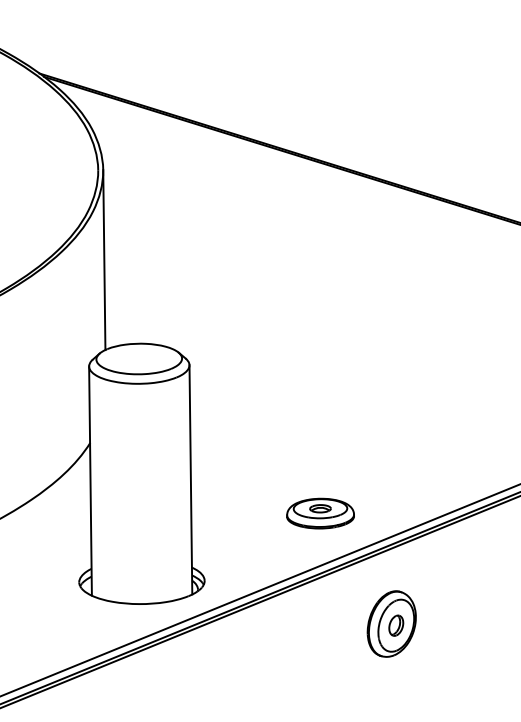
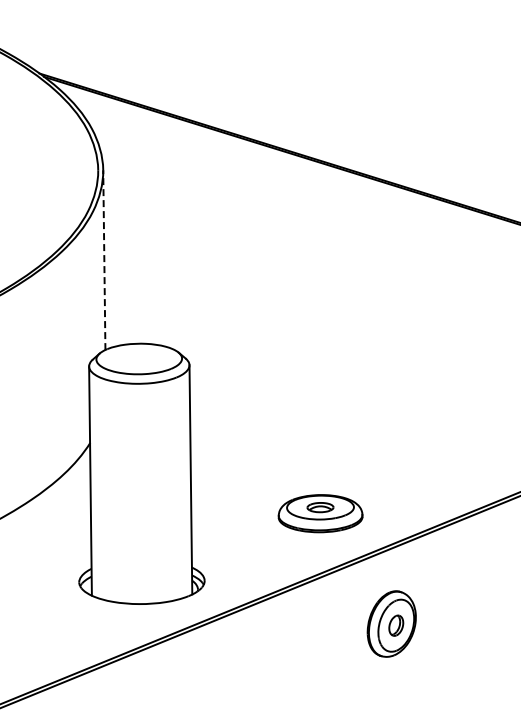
line at (104, 260): solid -> dashed
part at (320, 513) size: 69x33 px -> 87x40 px
line at (259, 590): present -> none
